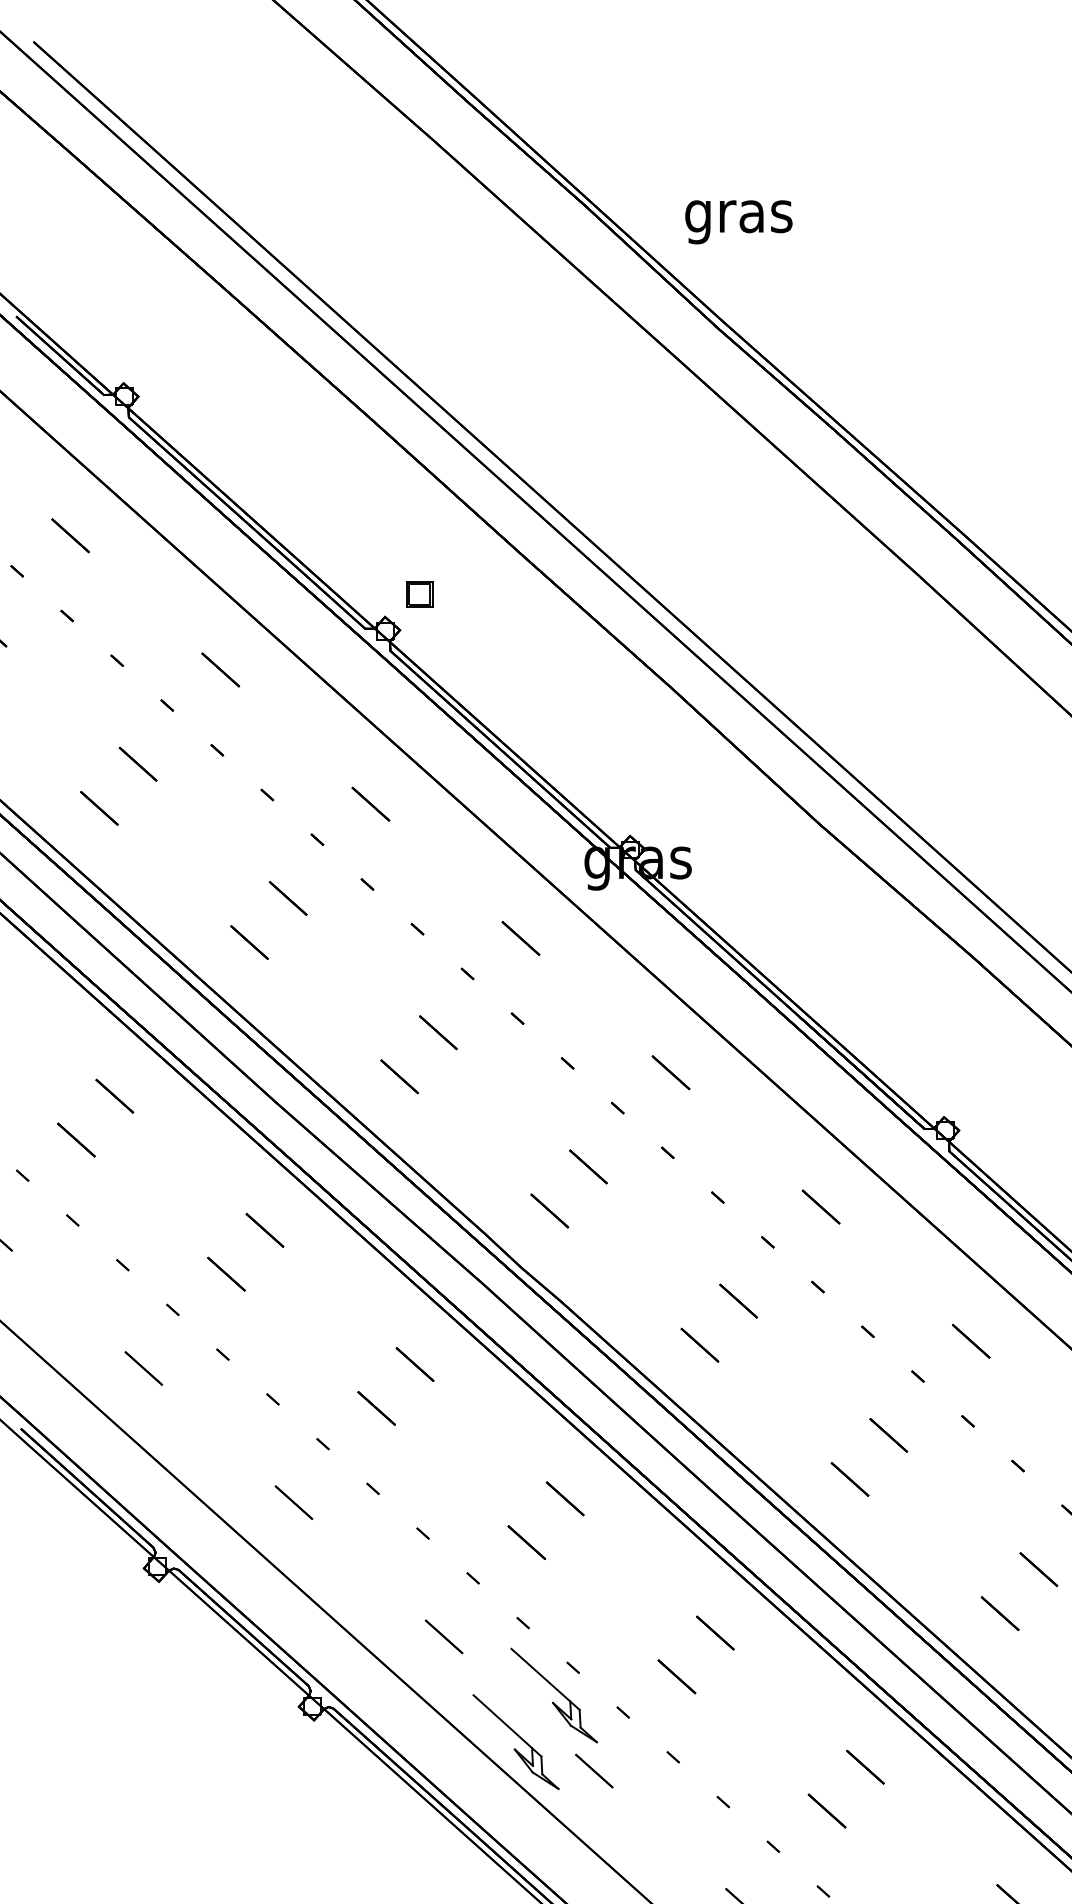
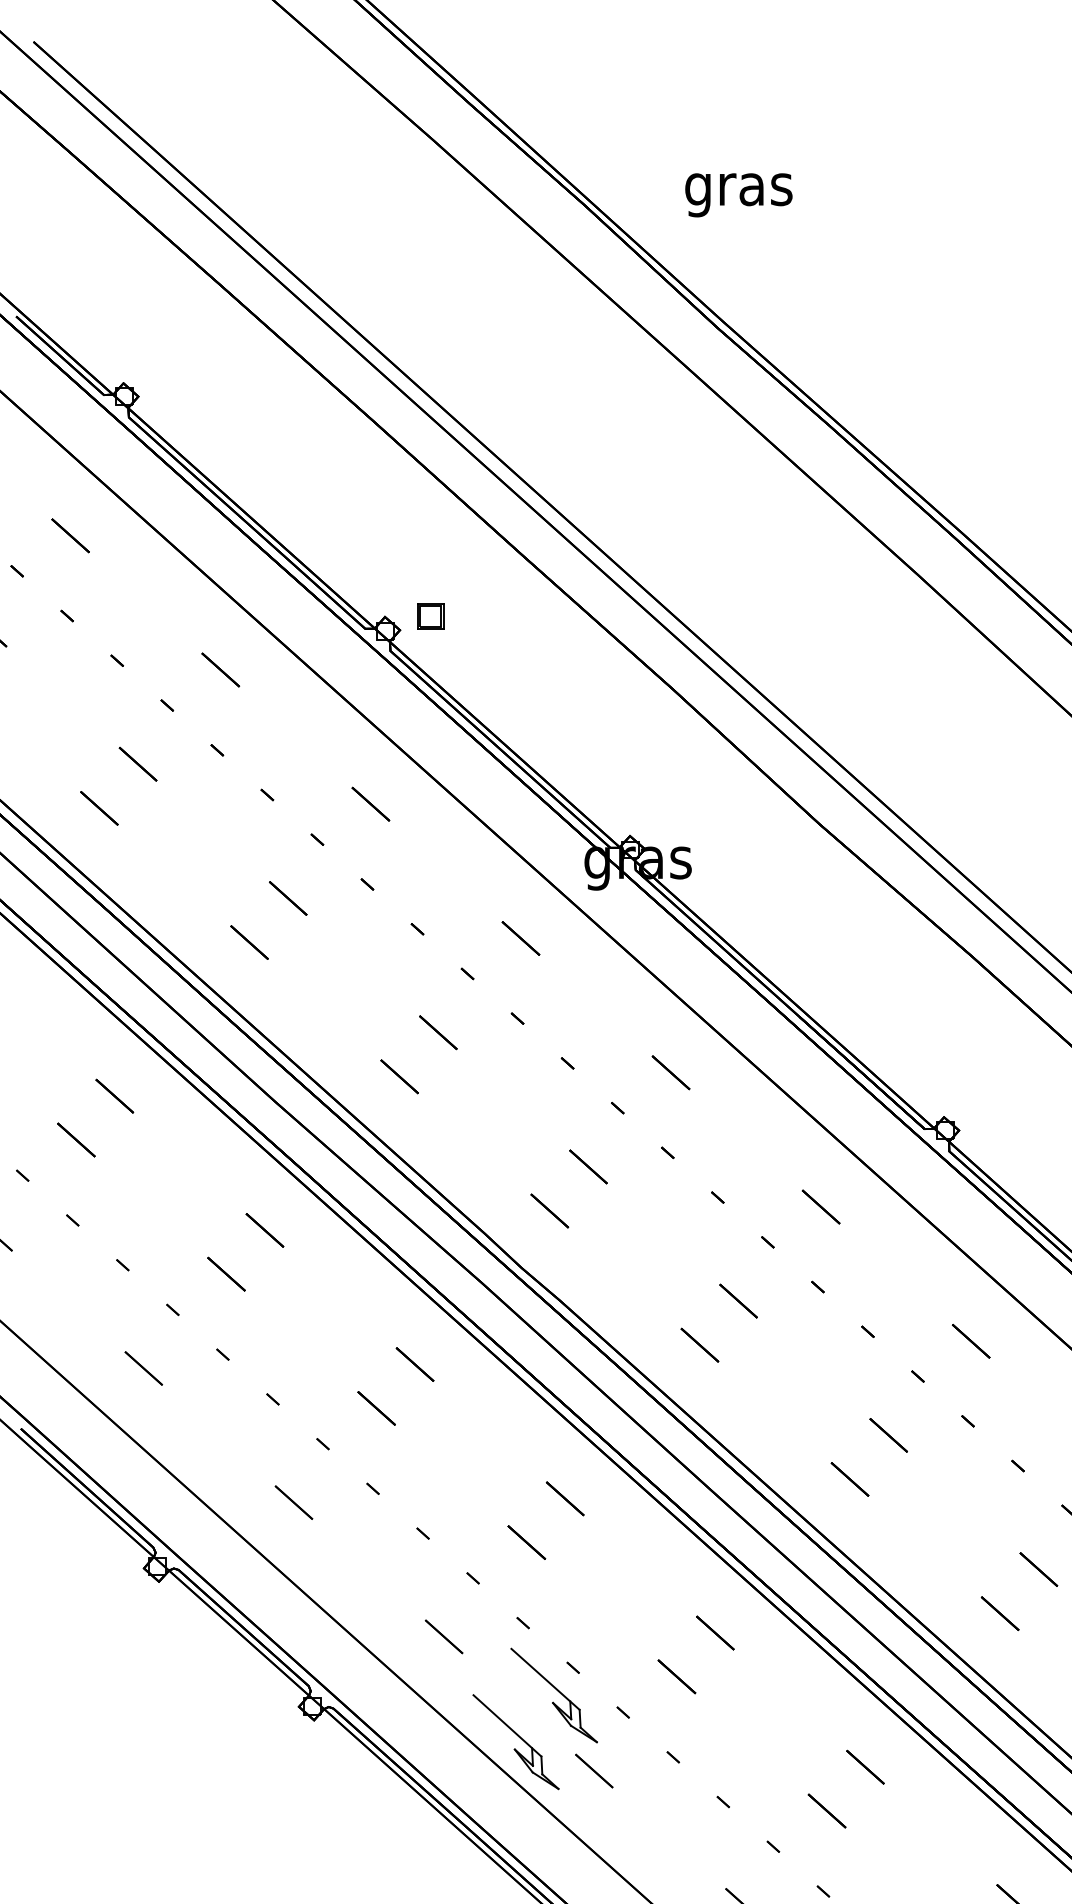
text at (738, 222) position: (738, 222) -> (738, 195)
part at (419, 594) position: (419, 594) -> (430, 616)
